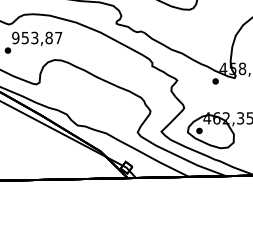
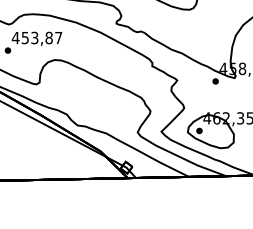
text at (15, 37): 953,87 -> 453,87
